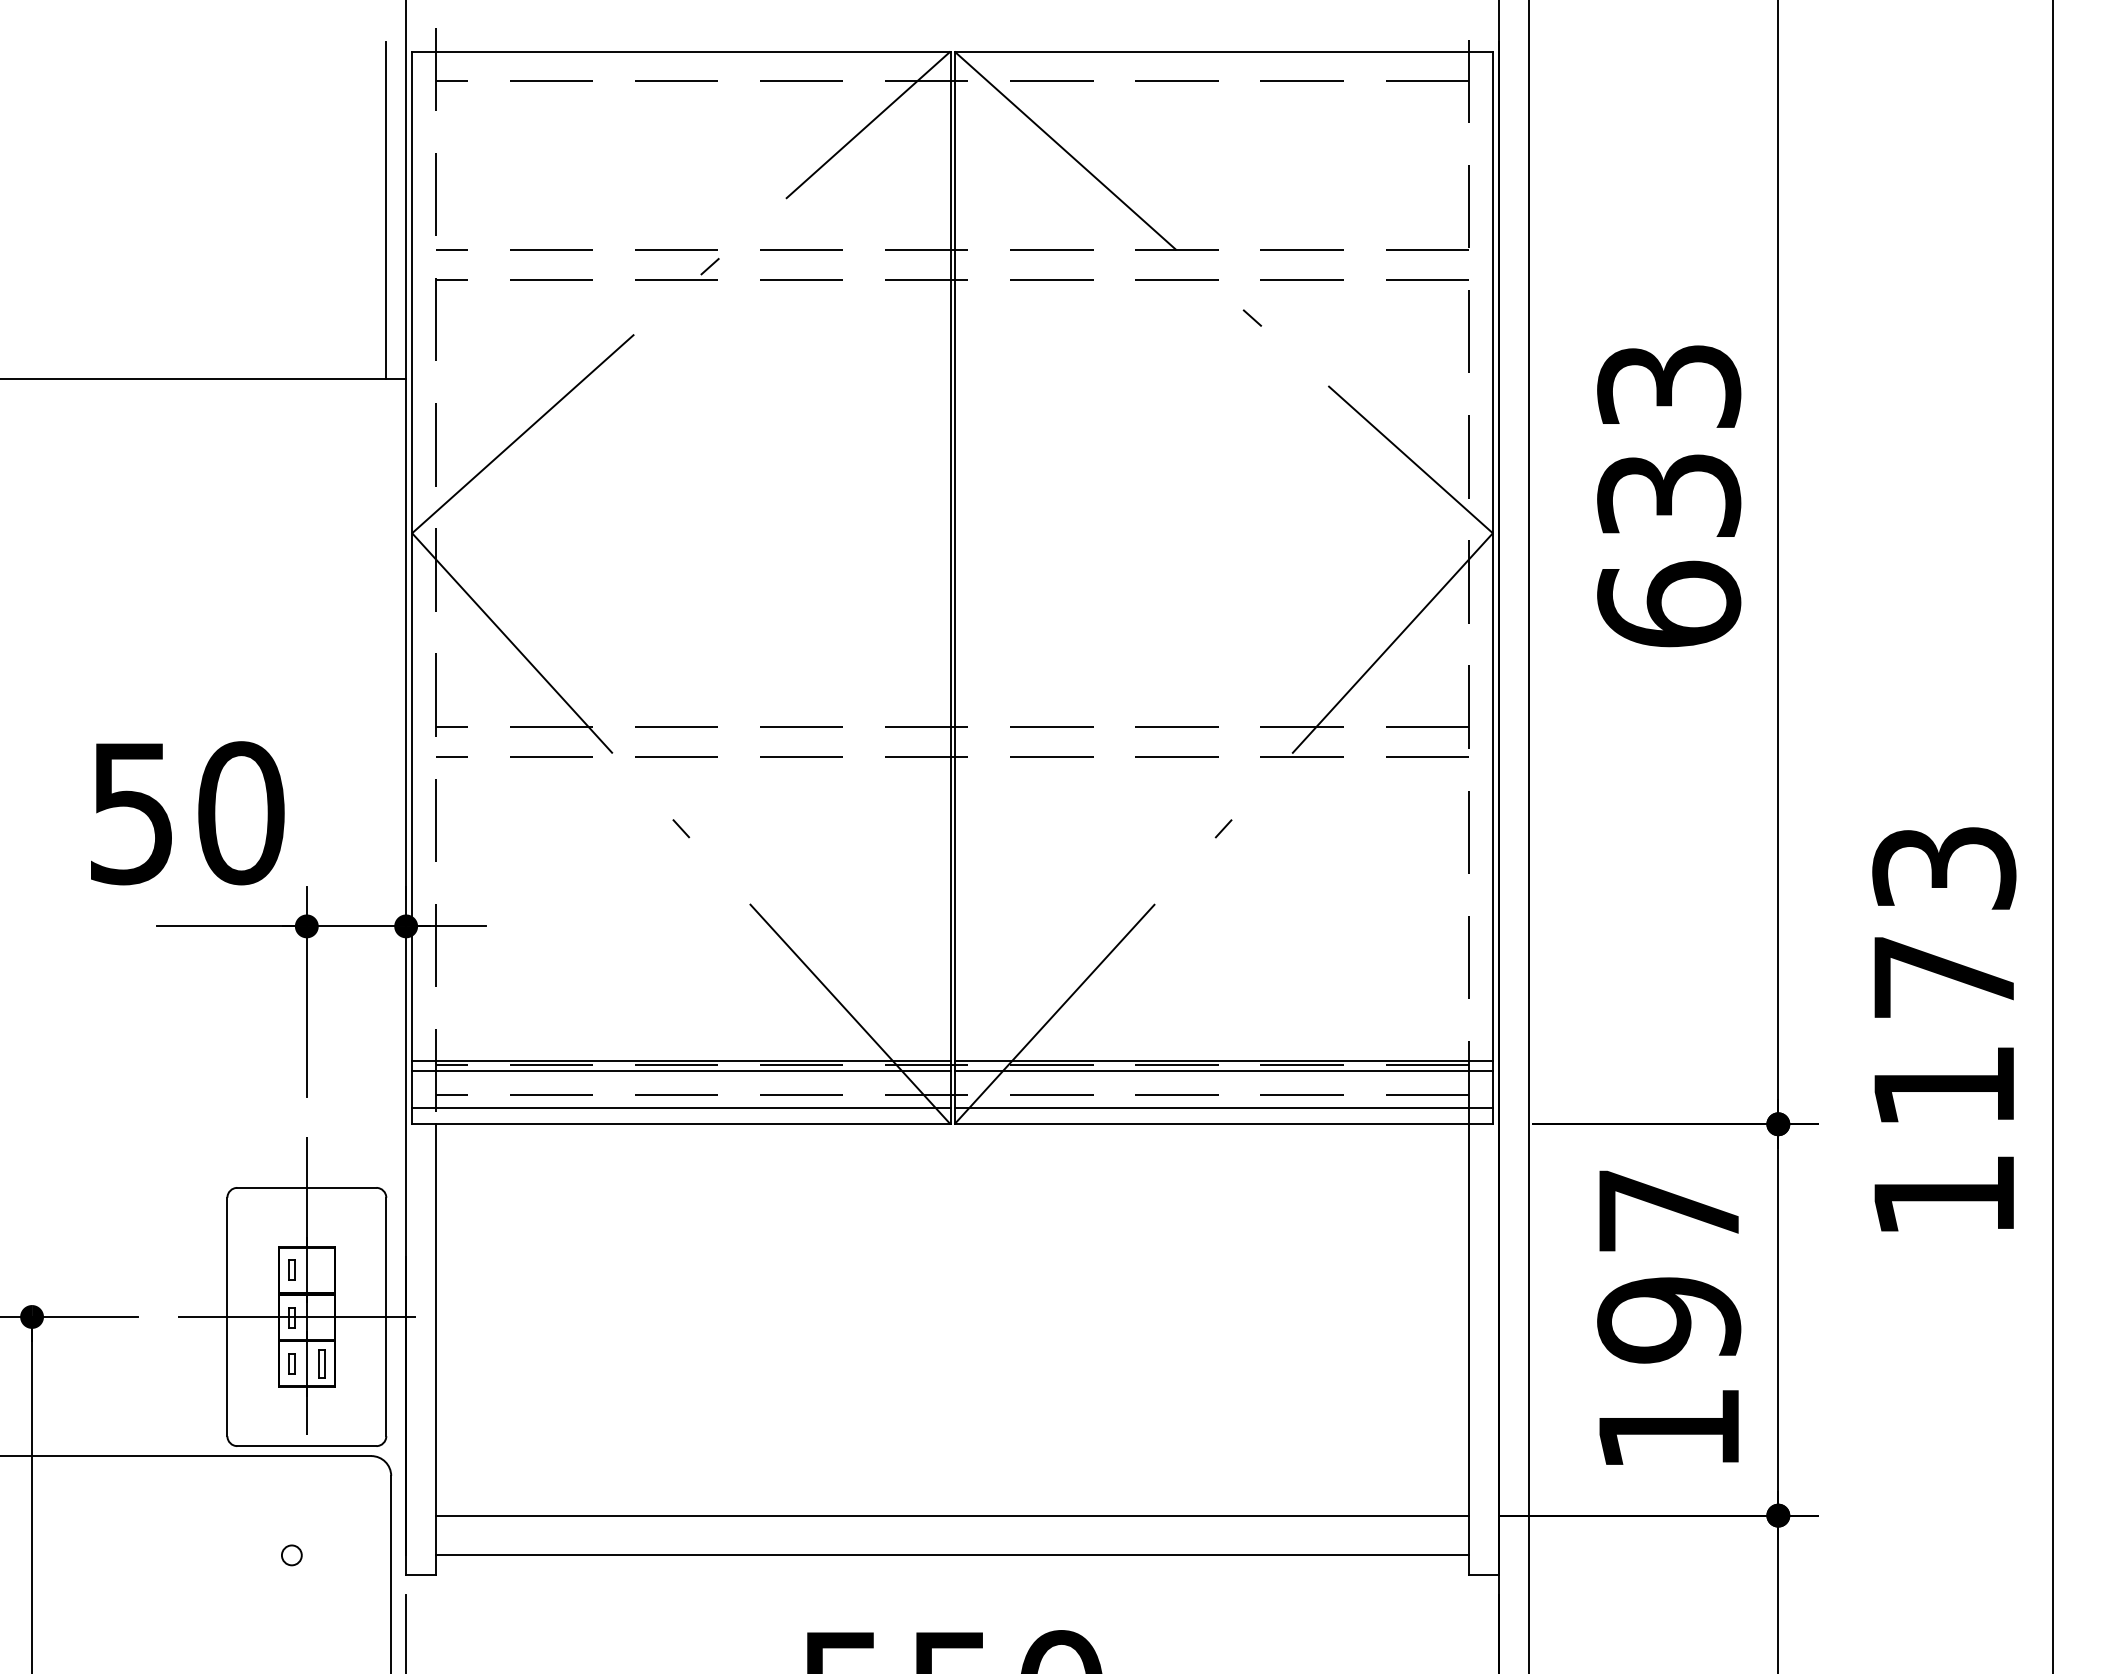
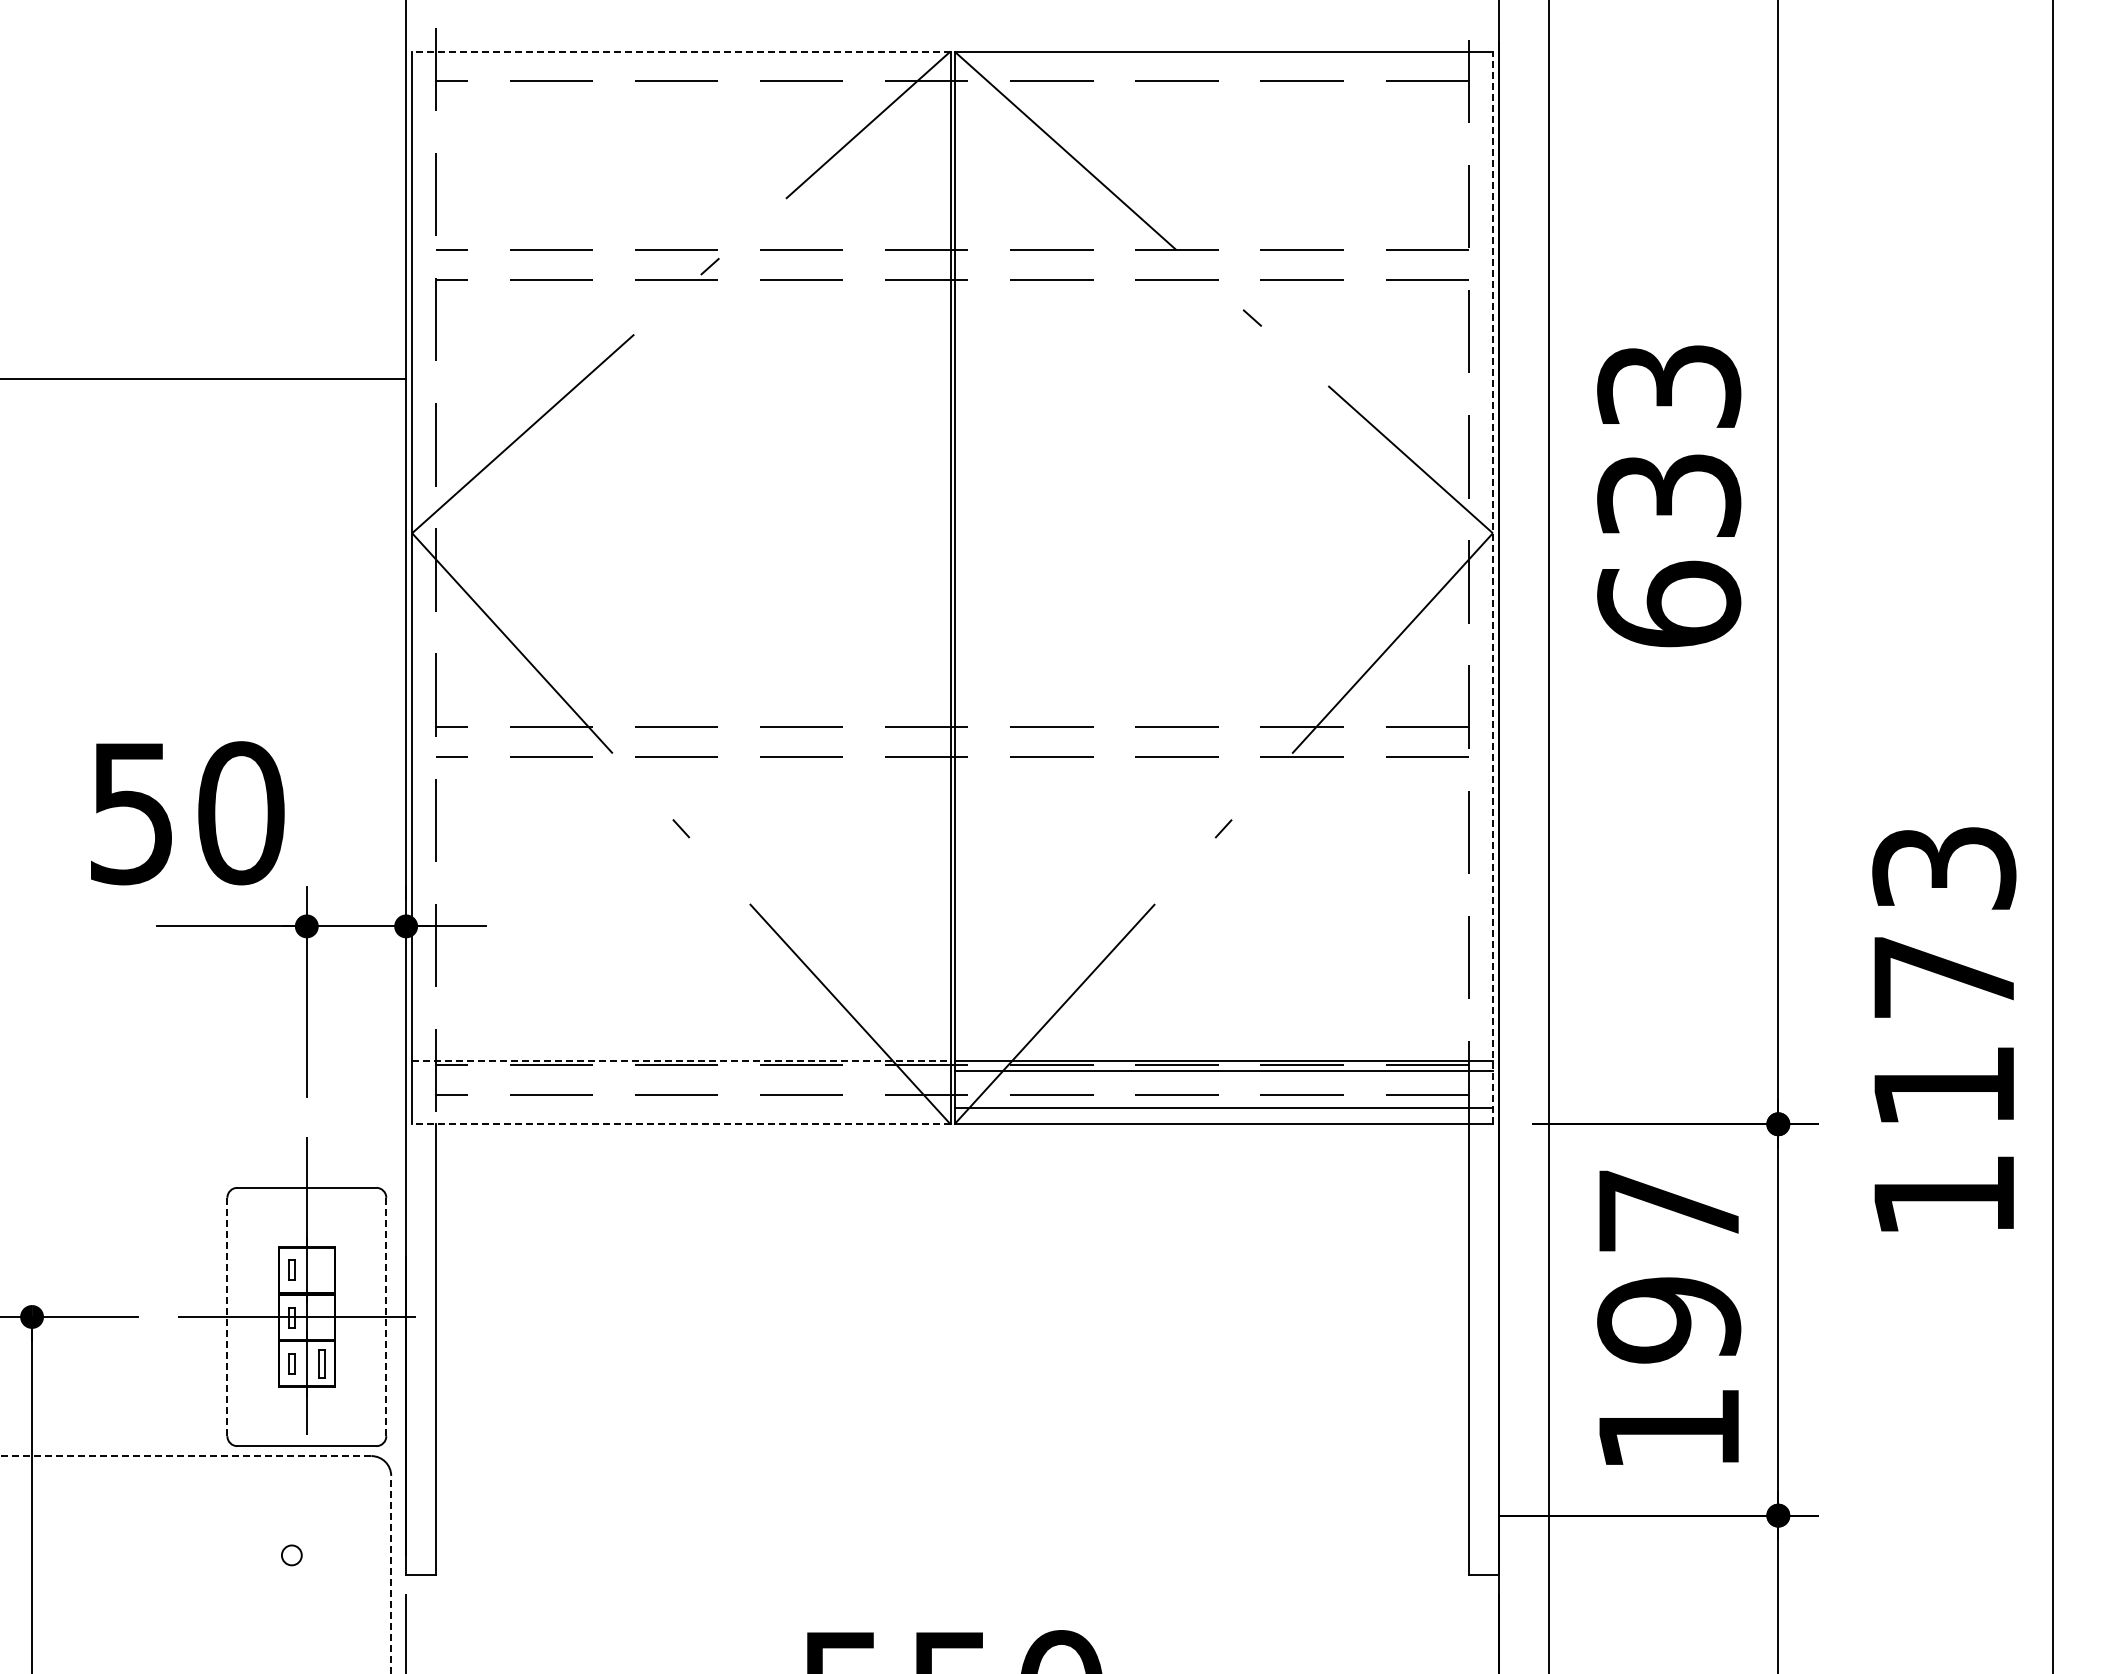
line at (680, 51): solid -> dashed
line at (386, 210): present -> none
line at (1492, 587): solid -> dashed
line at (1528, 836) position: (1528, 836) -> (1548, 836)
line at (681, 1060): solid -> dashed
line at (681, 1070): present -> none
line at (681, 1108): present -> none
line at (680, 1124): solid -> dashed
line at (227, 1317): solid -> dashed
line at (386, 1317): solid -> dashed
line at (185, 1456): solid -> dashed
line at (952, 1515): present -> none
line at (952, 1555): present -> none
line at (391, 1574): solid -> dashed
